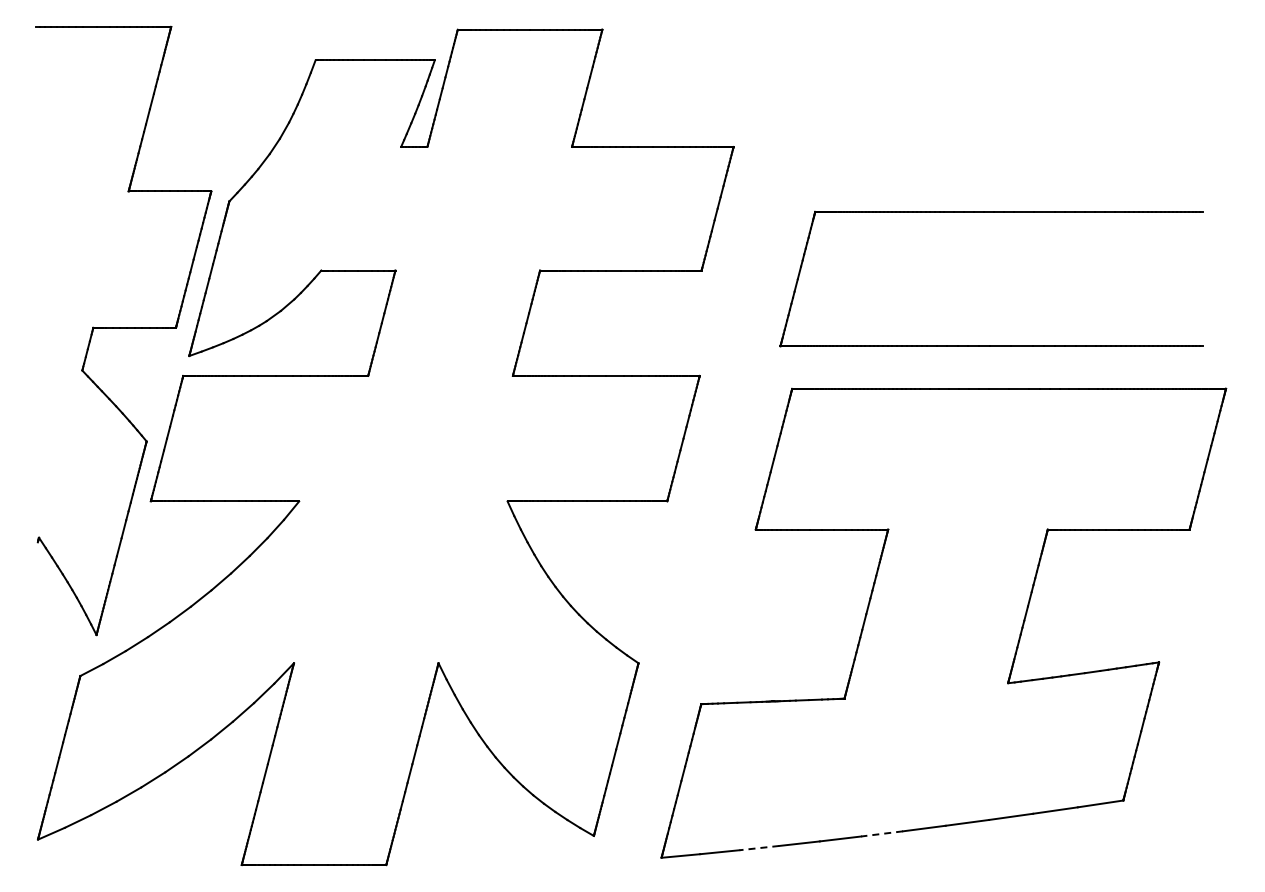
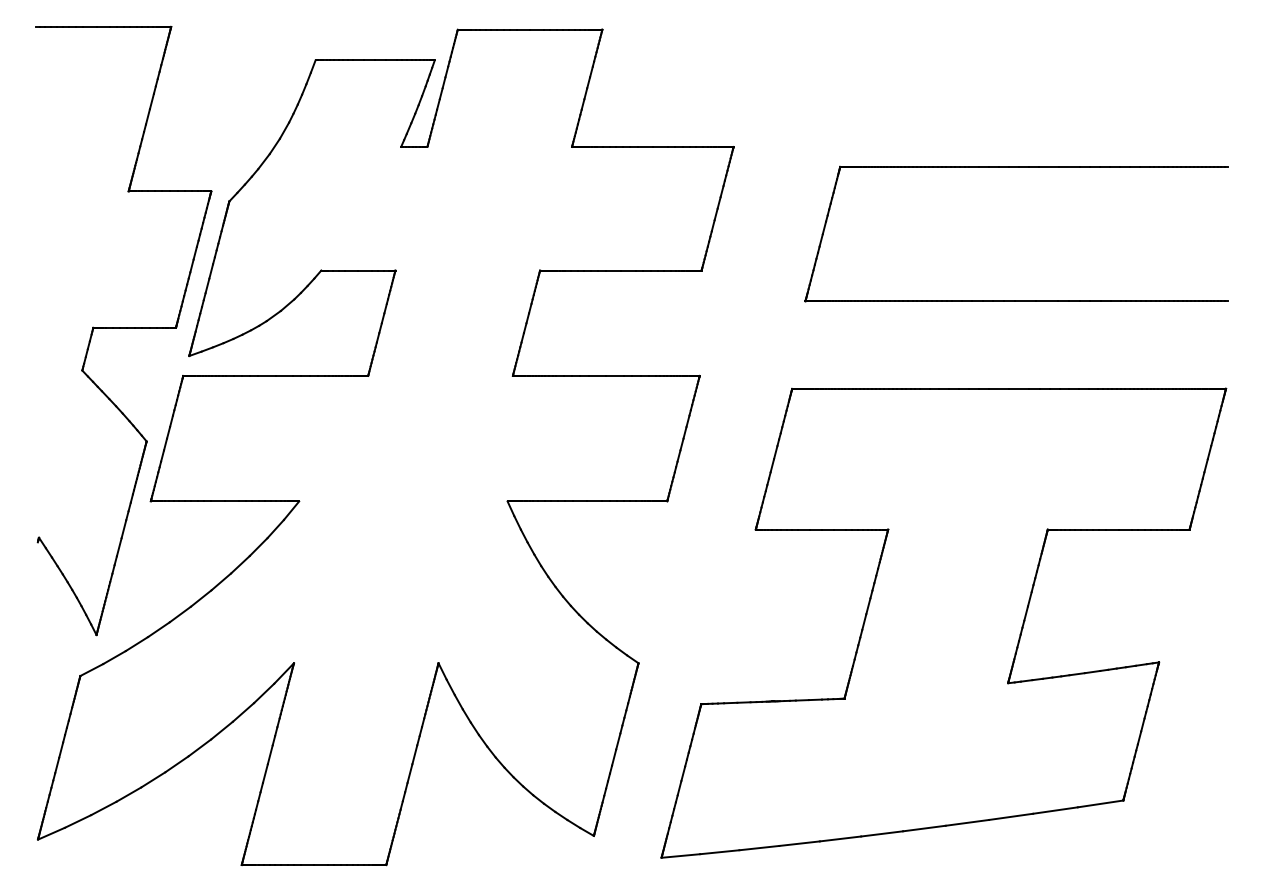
part at (991, 212) position: (991, 212) -> (1016, 167)
line at (881, 833): dashed -> solid
line at (758, 848): dashed -> solid
